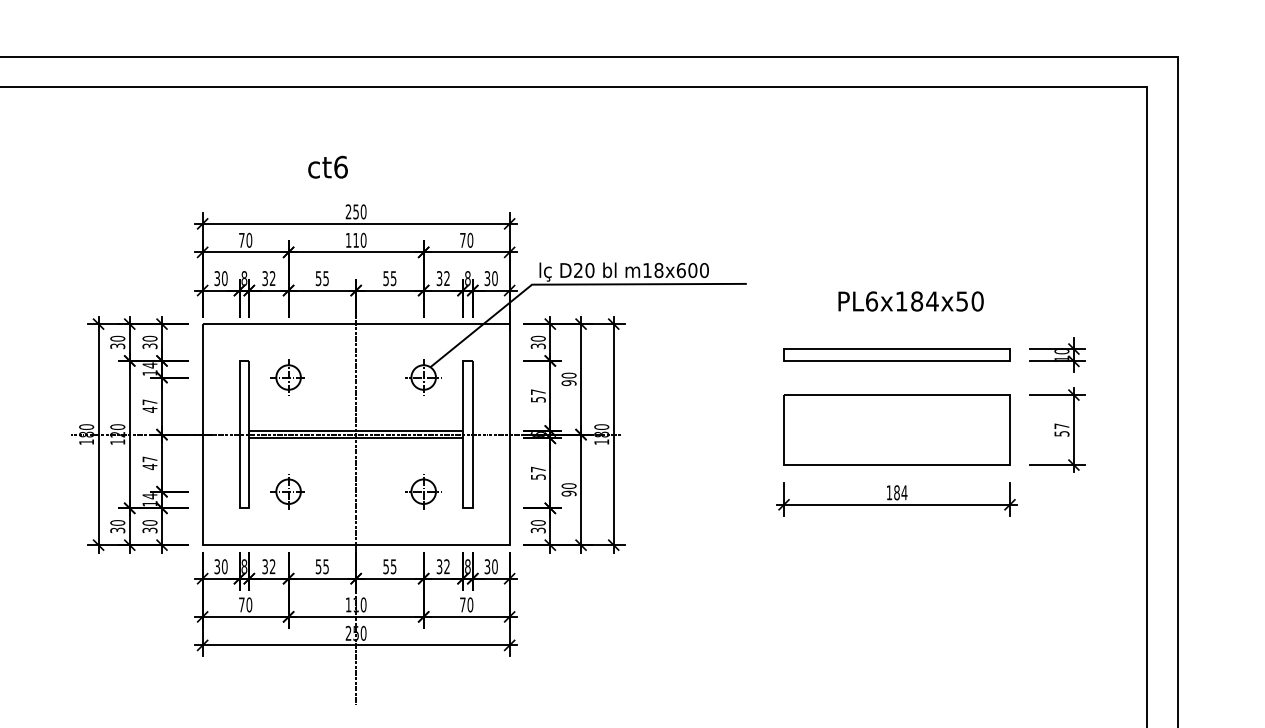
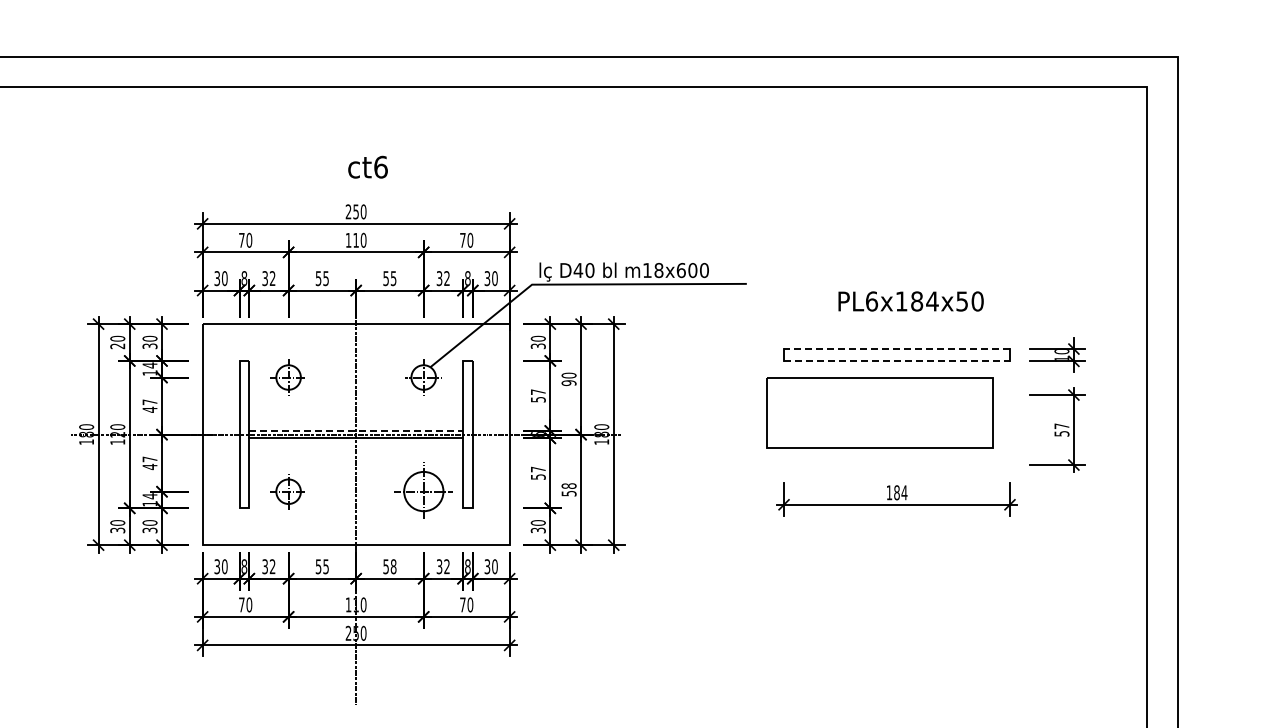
text at (327, 166) position: (327, 166) -> (367, 166)
text at (578, 269): D20 -> D40
text at (117, 346): 30 -> 20
line at (897, 349): solid -> dashed
line at (897, 361): solid -> dashed
part at (896, 429) position: (896, 429) -> (879, 412)
line at (356, 430): solid -> dashed
text at (568, 489): 90 -> 58
part at (423, 491) size: 37x36 px -> 59x57 px
text at (393, 566): 55 -> 58
